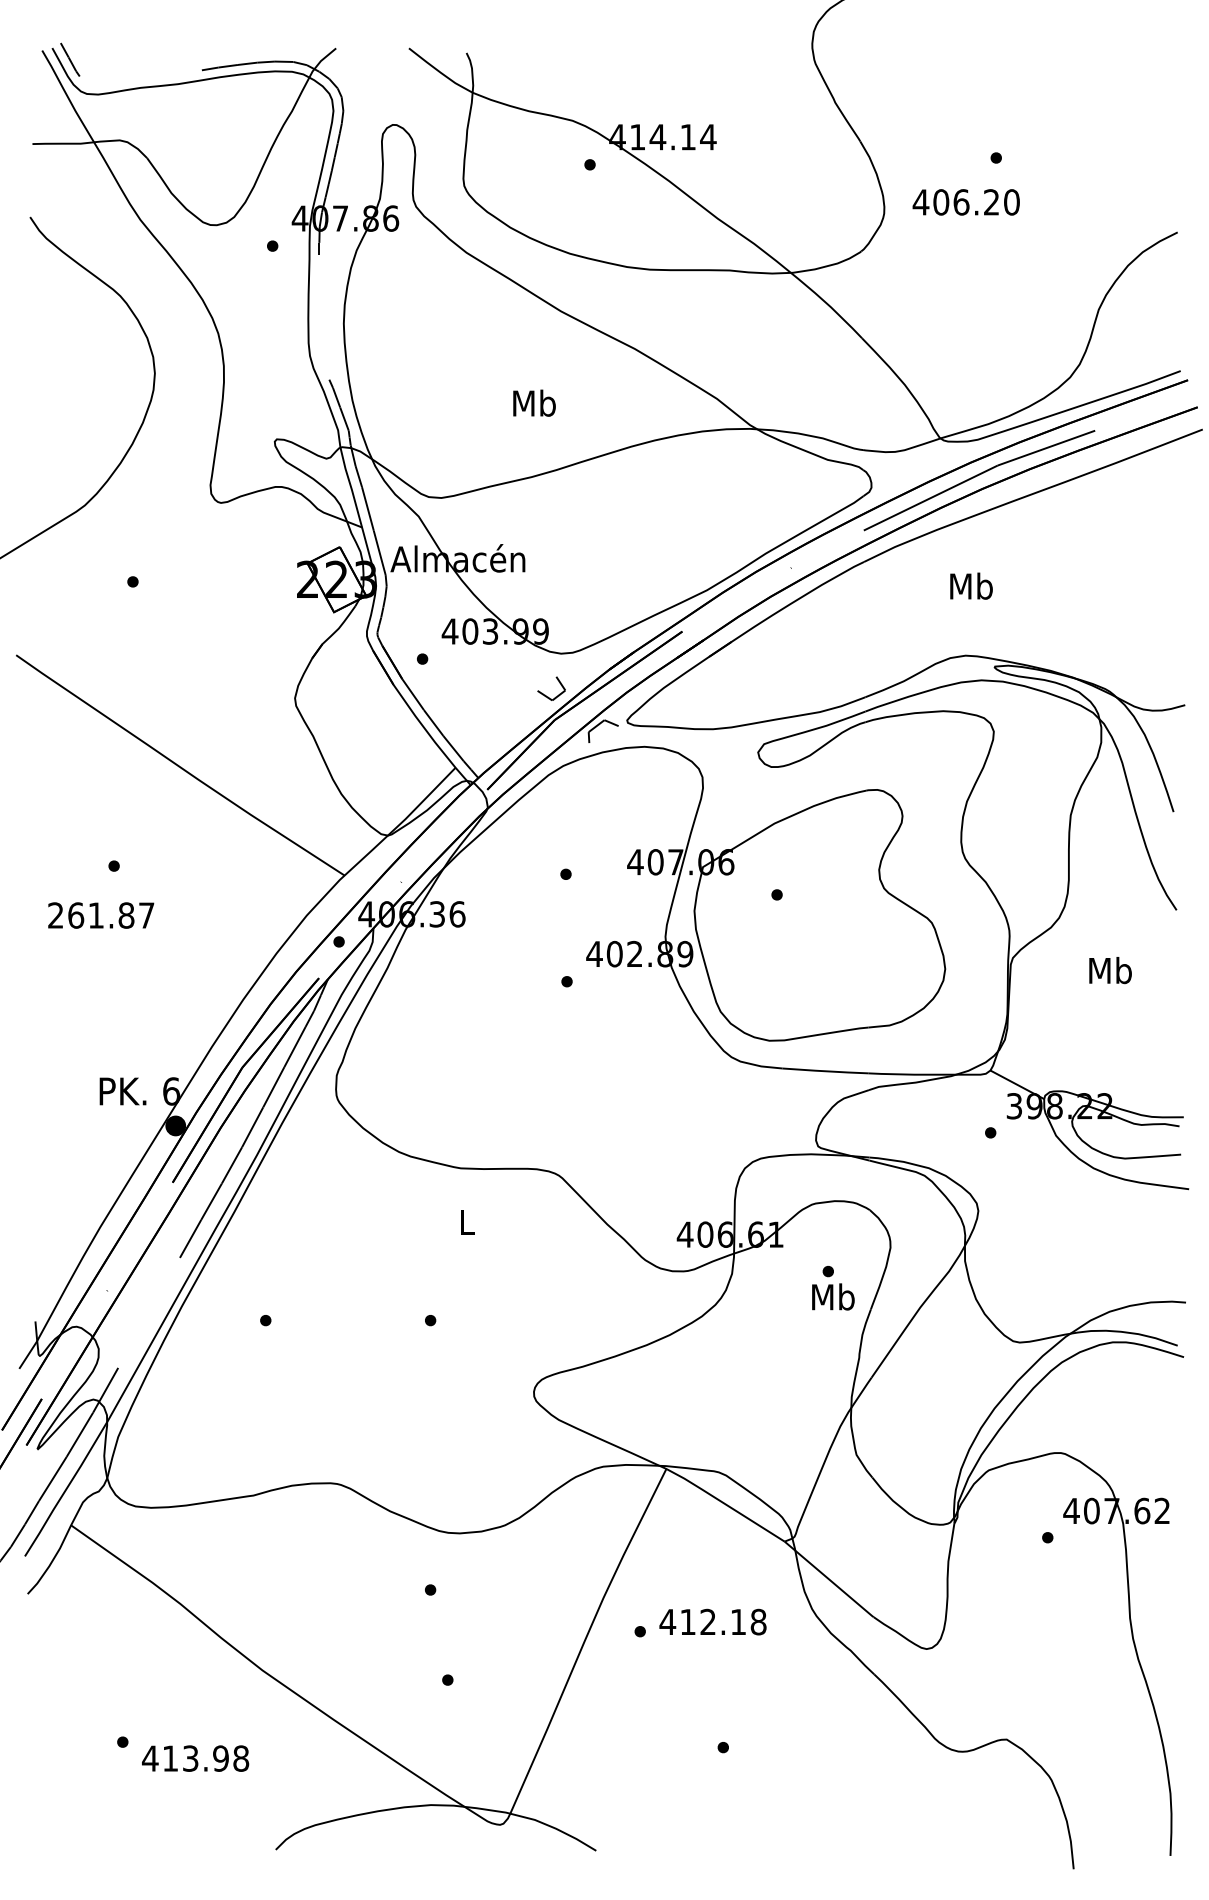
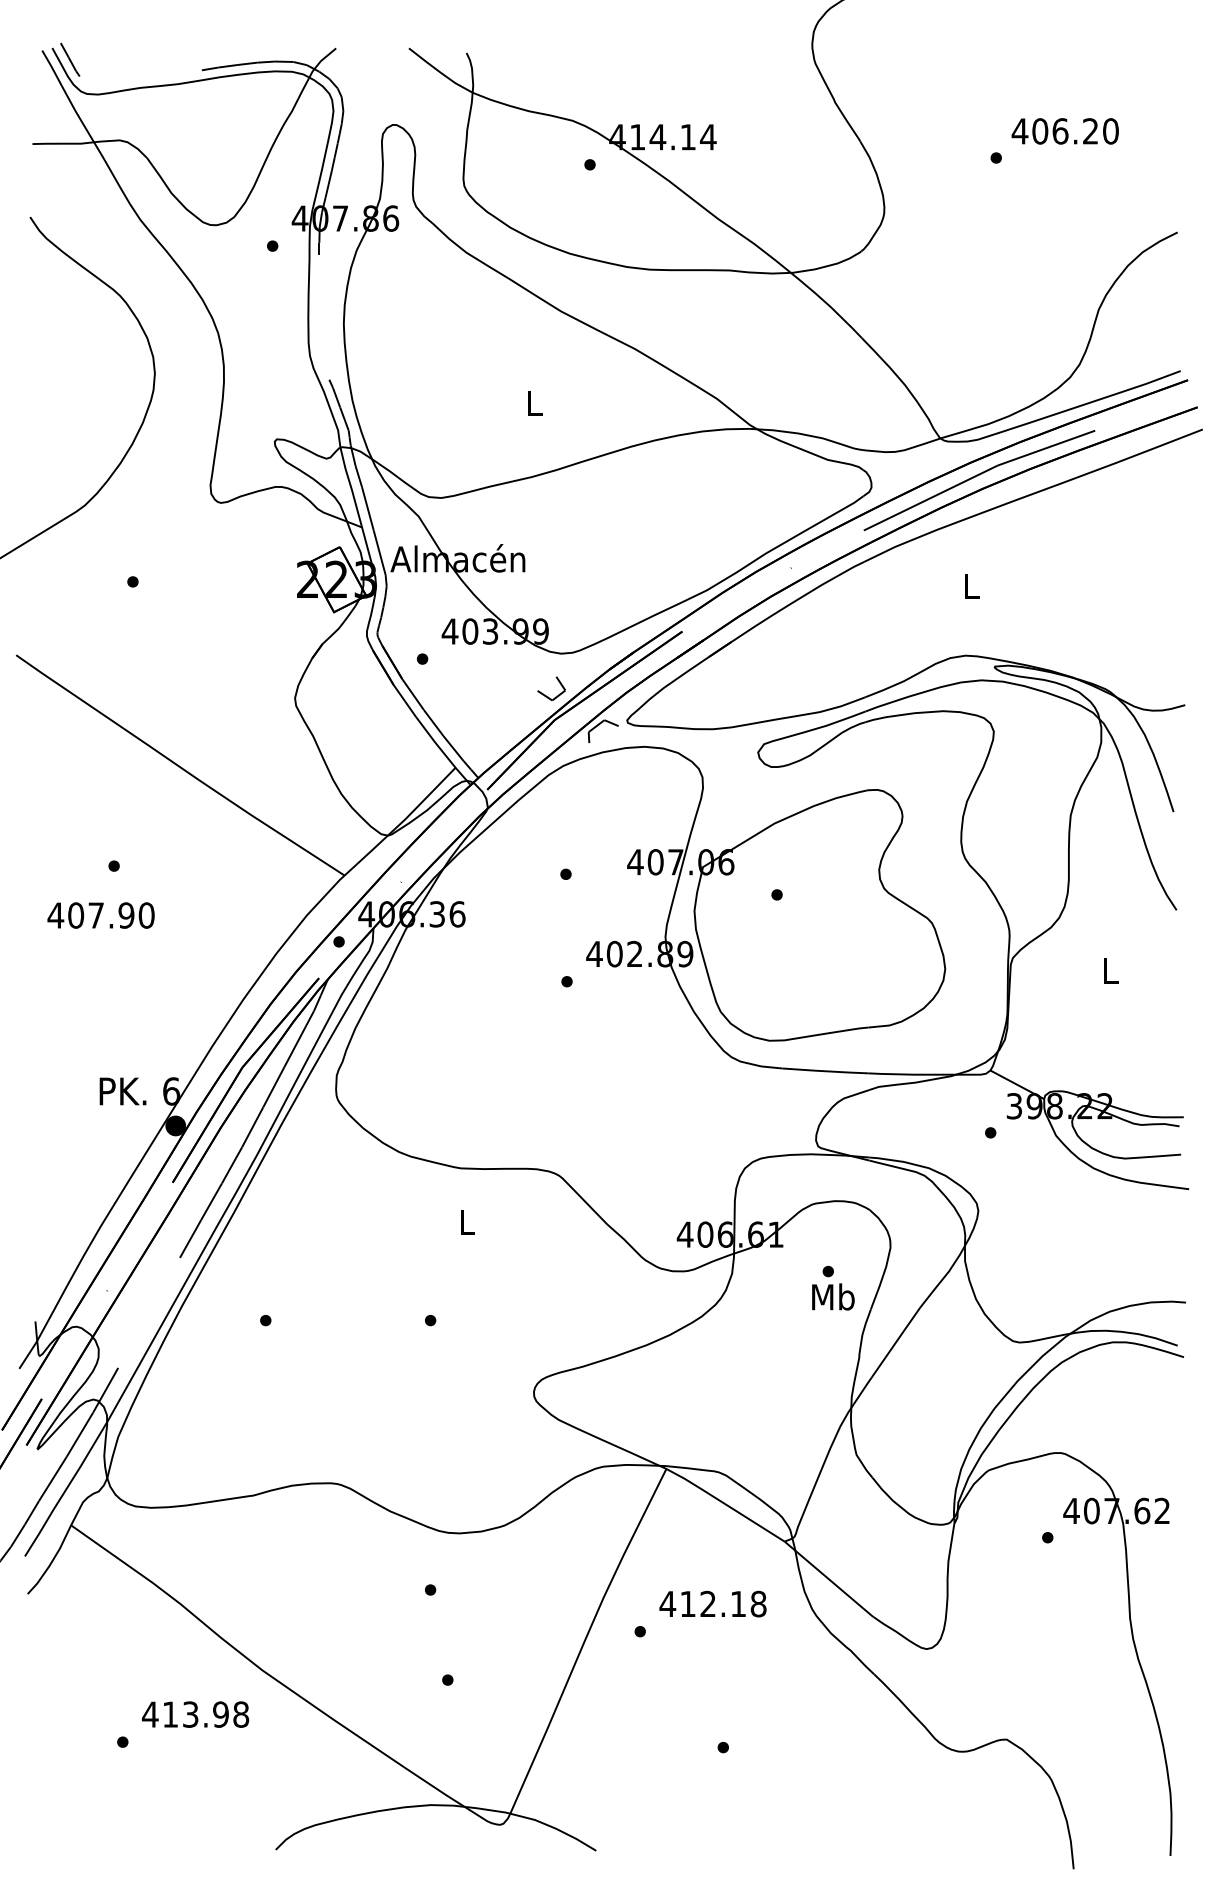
text at (965, 202) position: (965, 202) -> (1064, 131)
text at (534, 402): Mb -> L
text at (971, 585): Mb -> L
text at (100, 915): 261.87 -> 407.90
text at (1110, 970): Mb -> L
text at (712, 1621) position: (712, 1621) -> (712, 1603)
text at (195, 1758) position: (195, 1758) -> (195, 1714)
